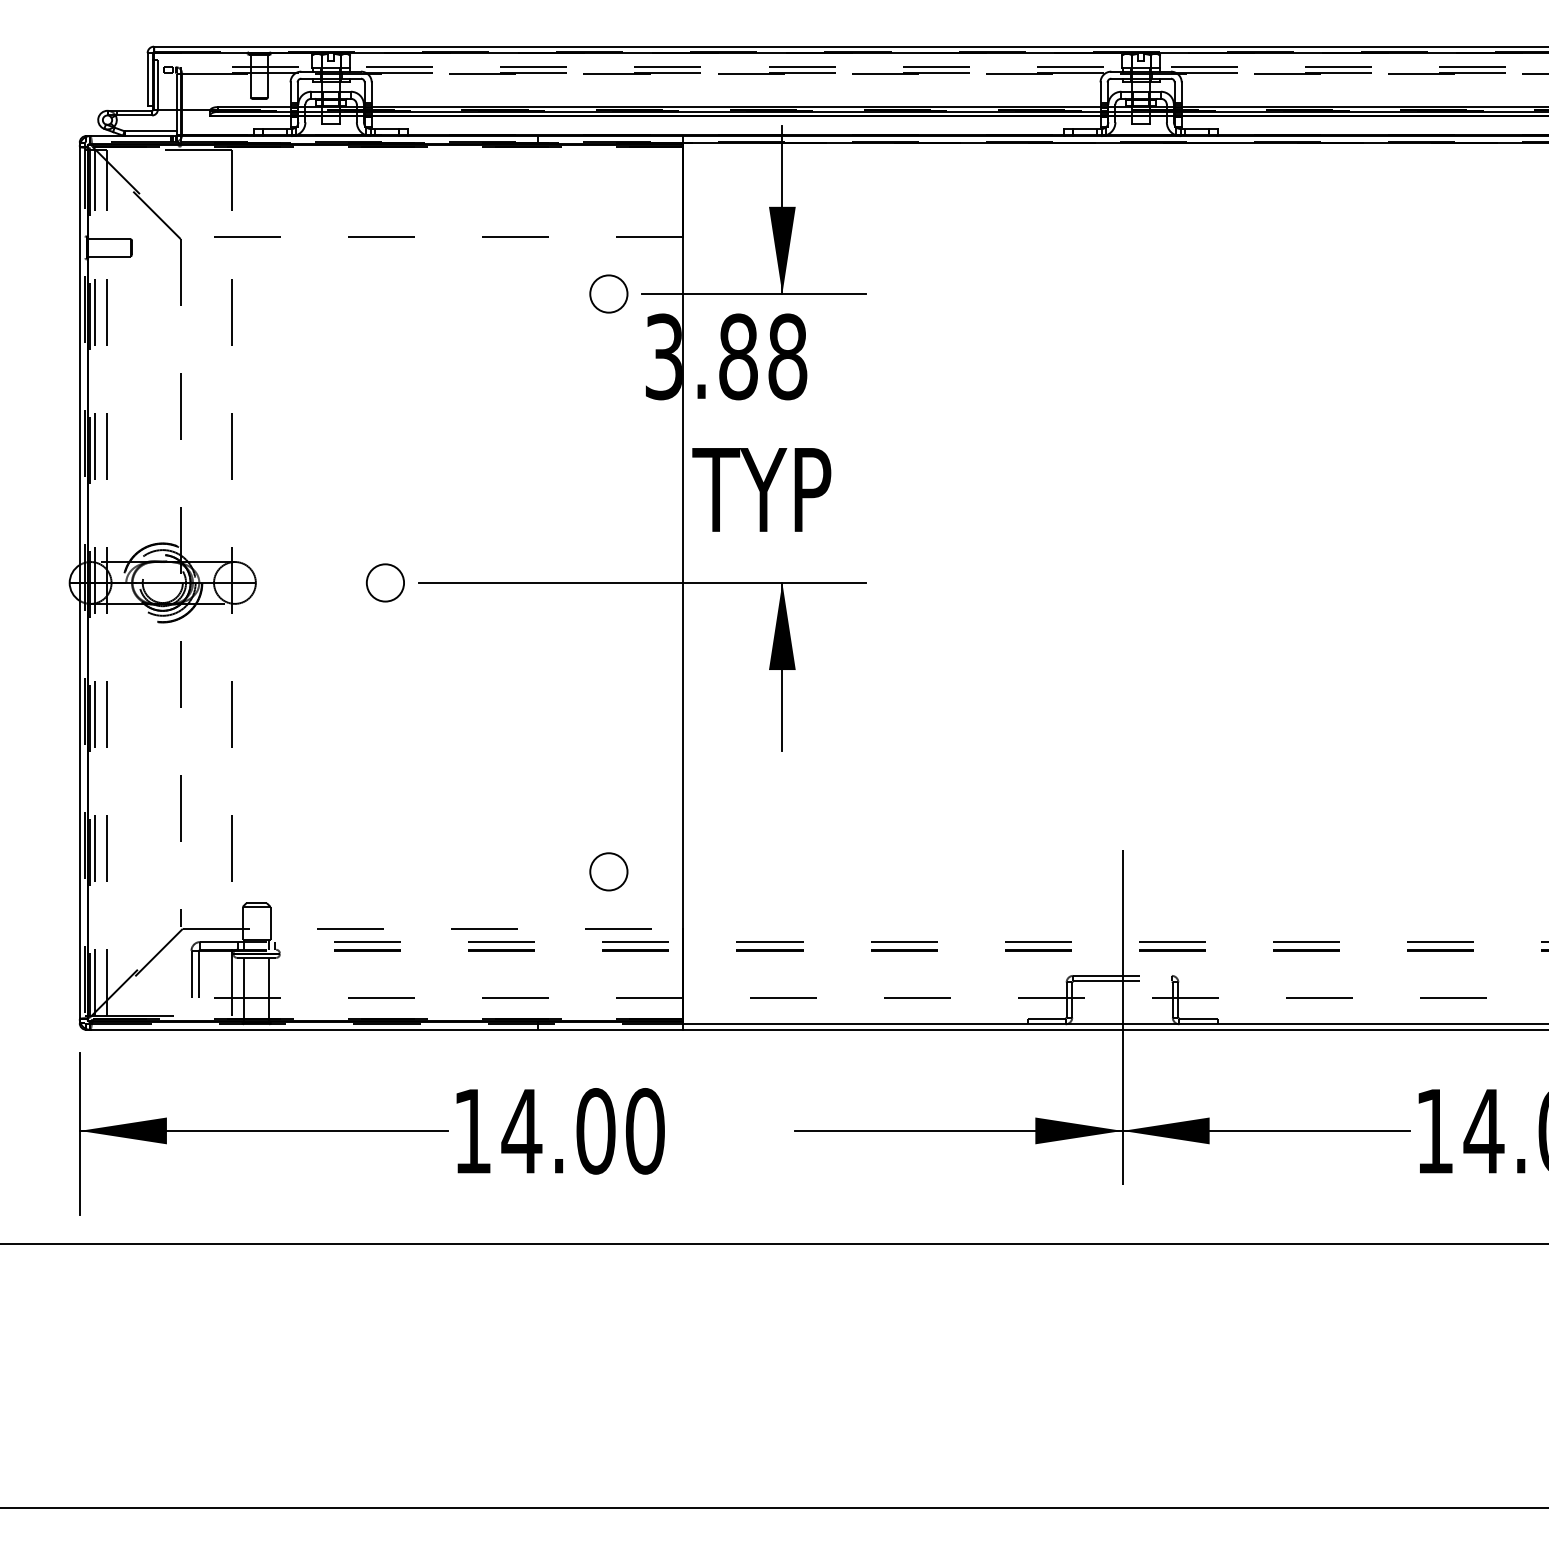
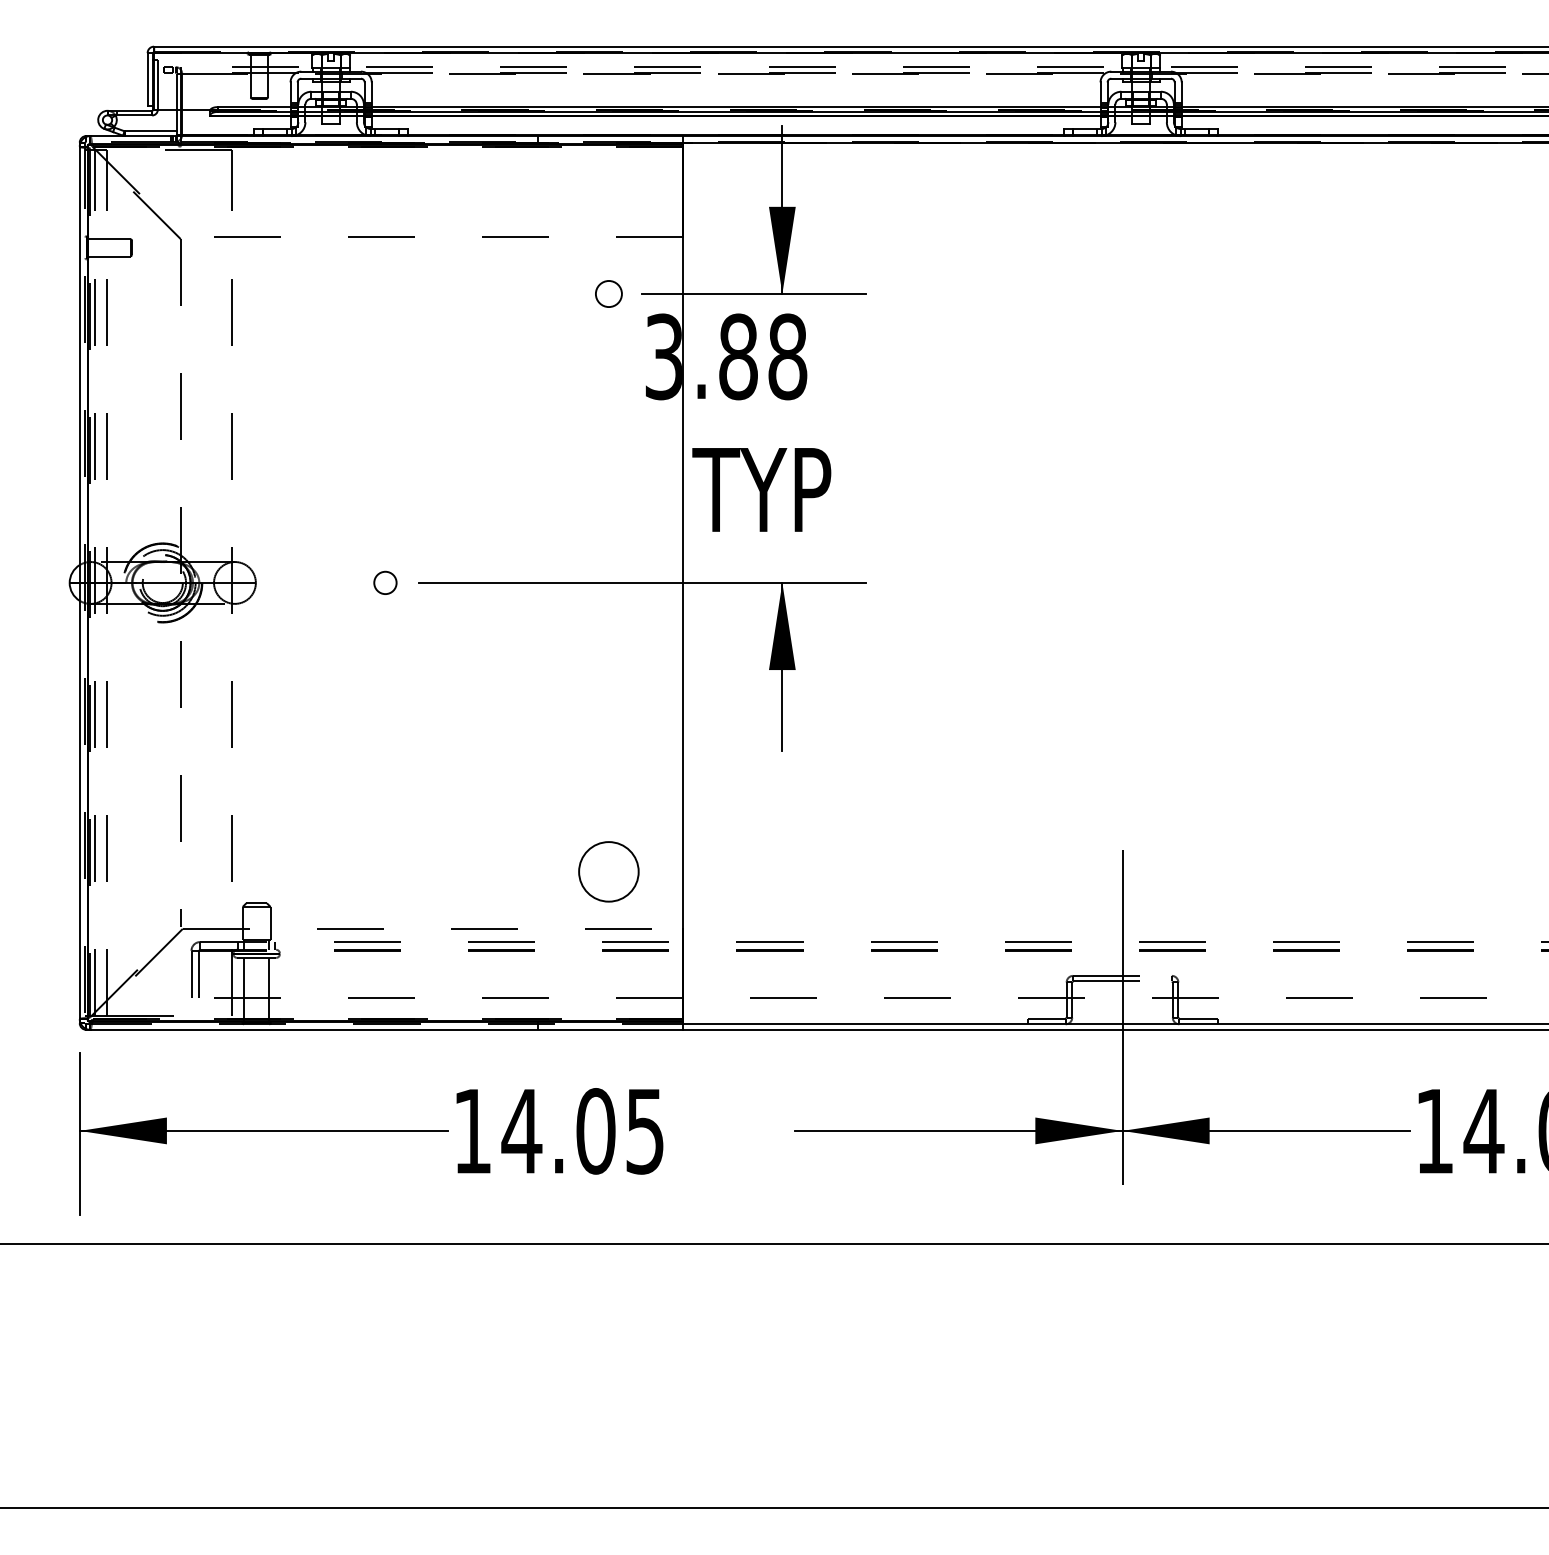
circle at (608, 293) size: 40x40 px -> 28x28 px
circle at (385, 582) diameter: 37 px -> 22 px
circle at (608, 871) diameter: 37 px -> 60 px
text at (645, 1131): 14.00 -> 14.05
